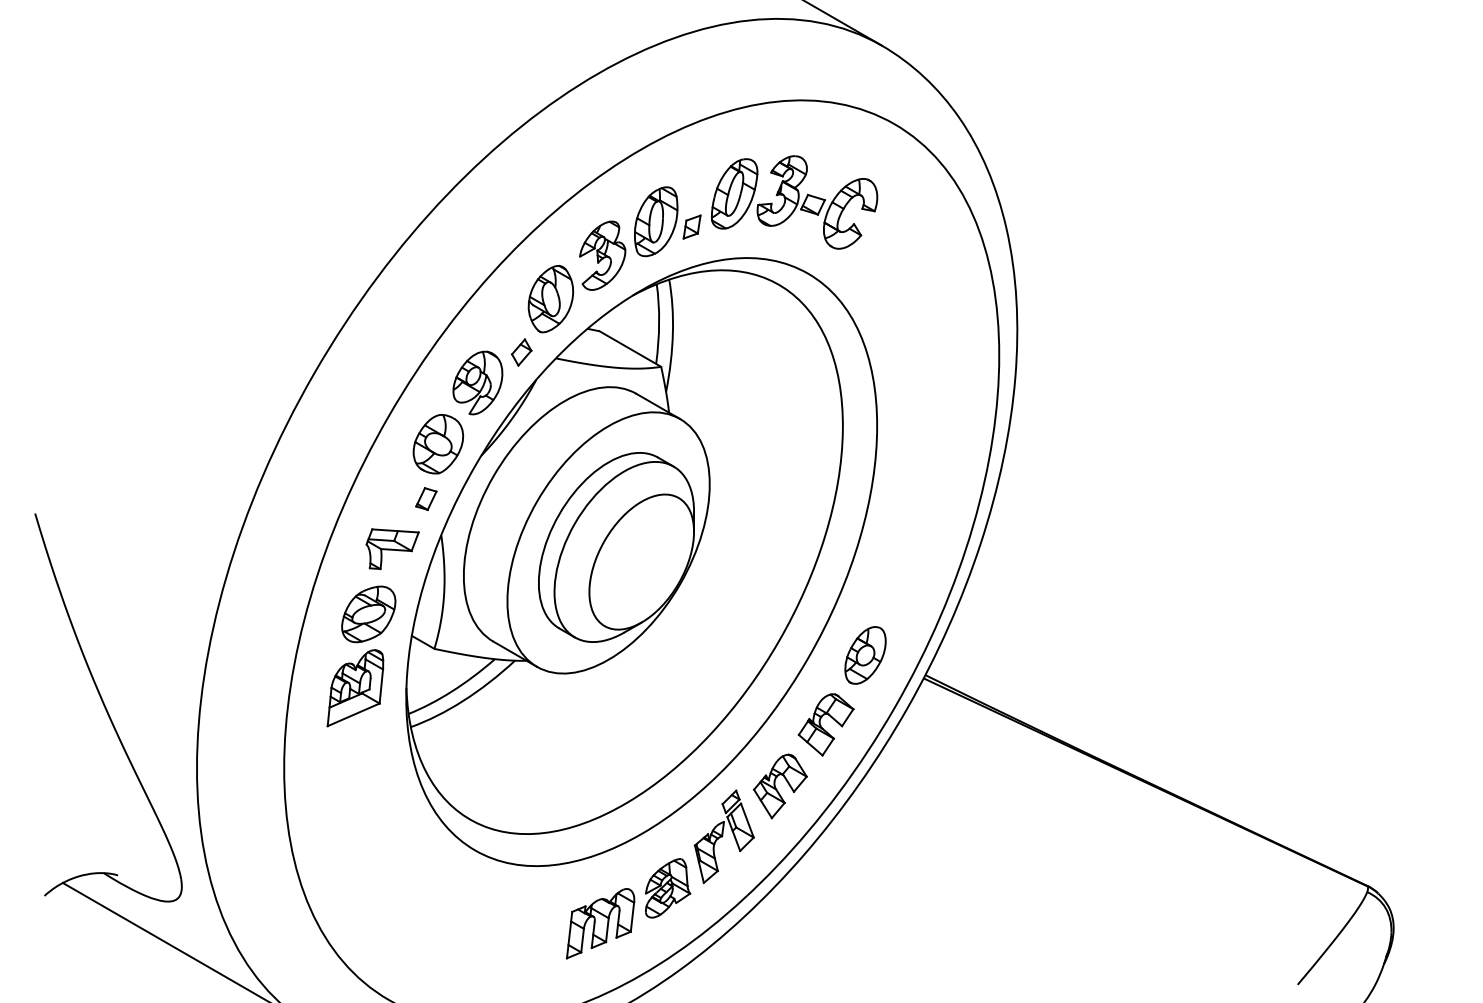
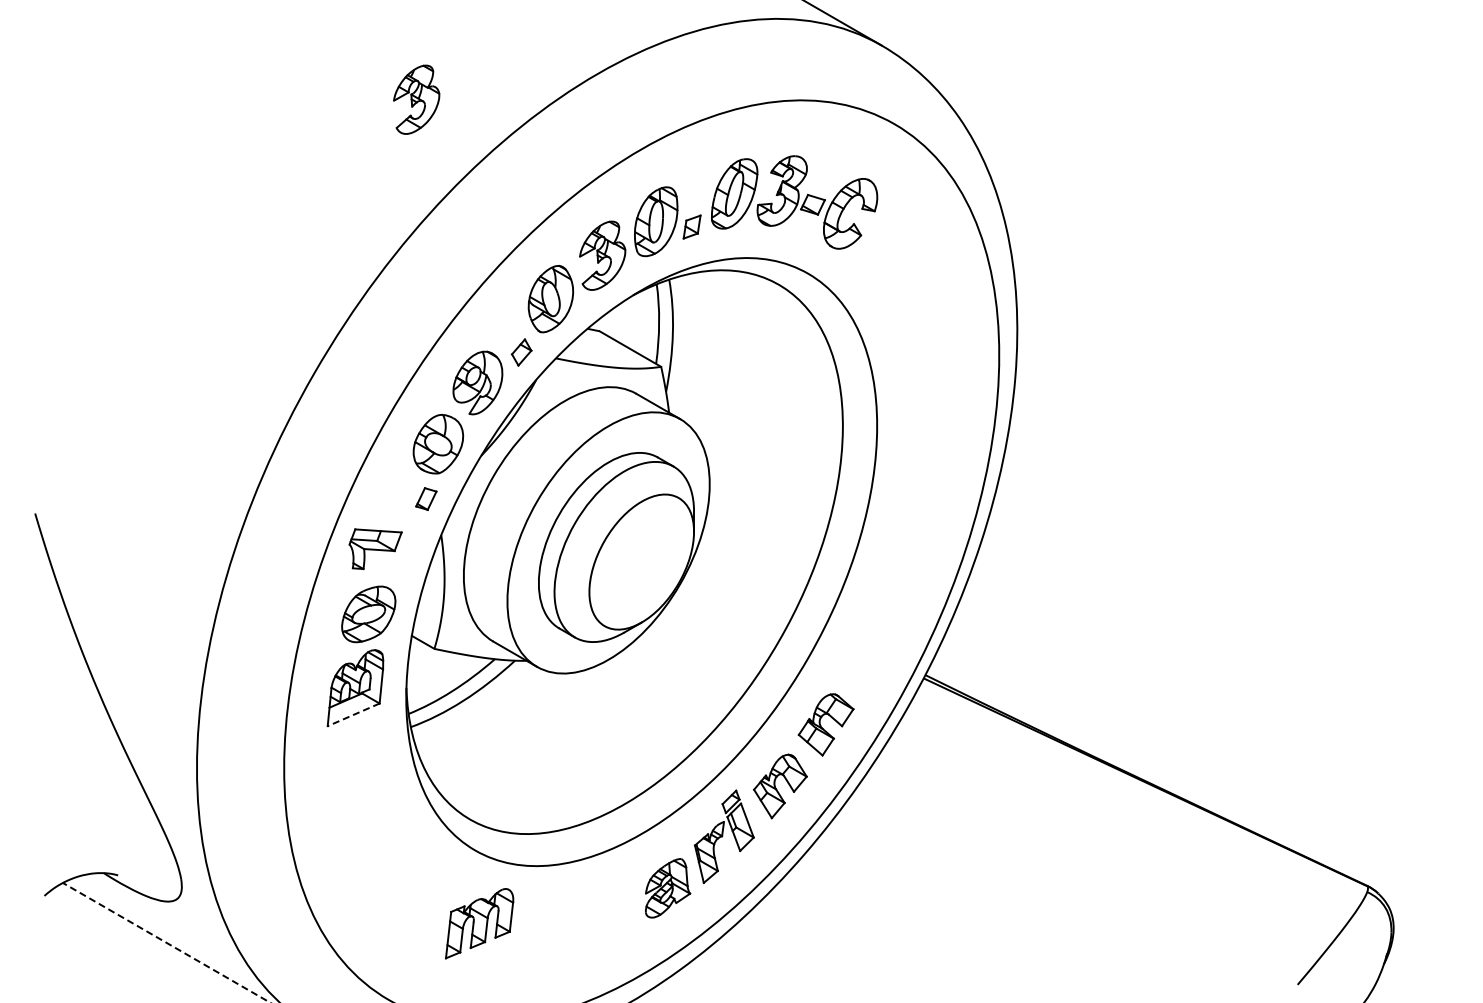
part at (416, 99): none -> present
part at (392, 549) position: (392, 549) -> (375, 549)
part at (865, 655): present -> none
line at (353, 715): solid -> dashed
part at (600, 923) position: (600, 923) -> (479, 923)
line at (166, 942): solid -> dashed
